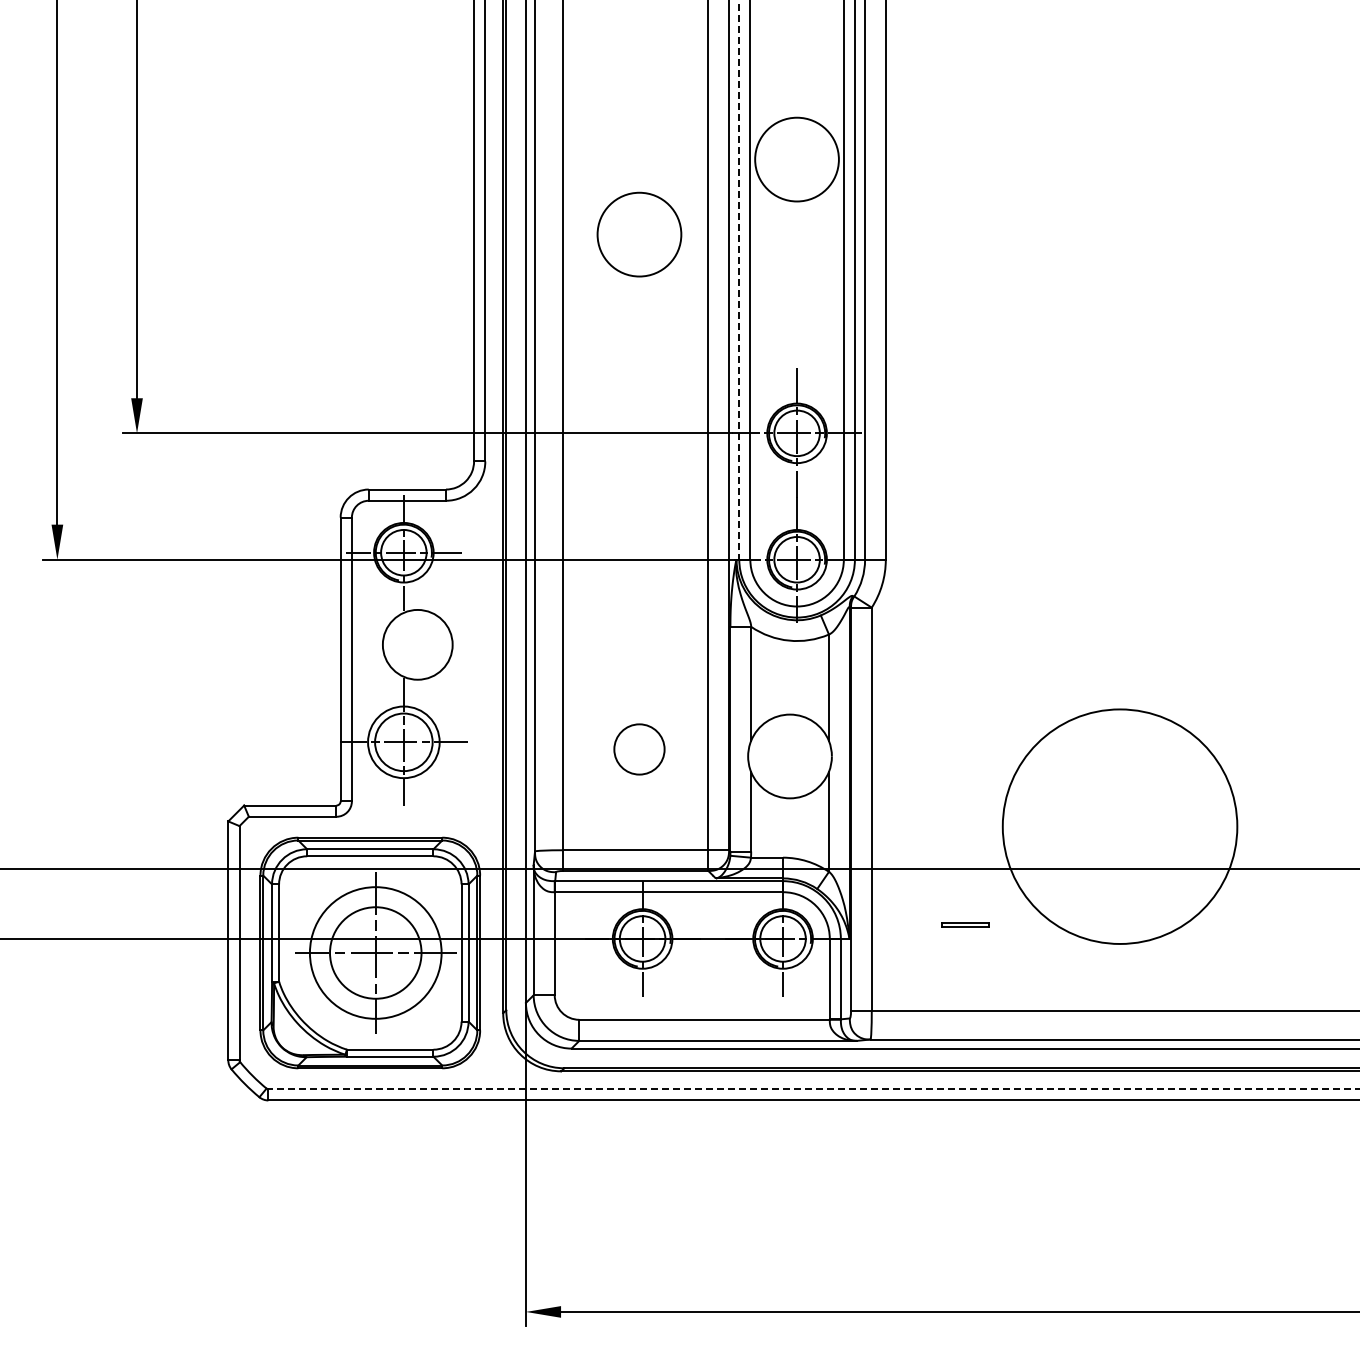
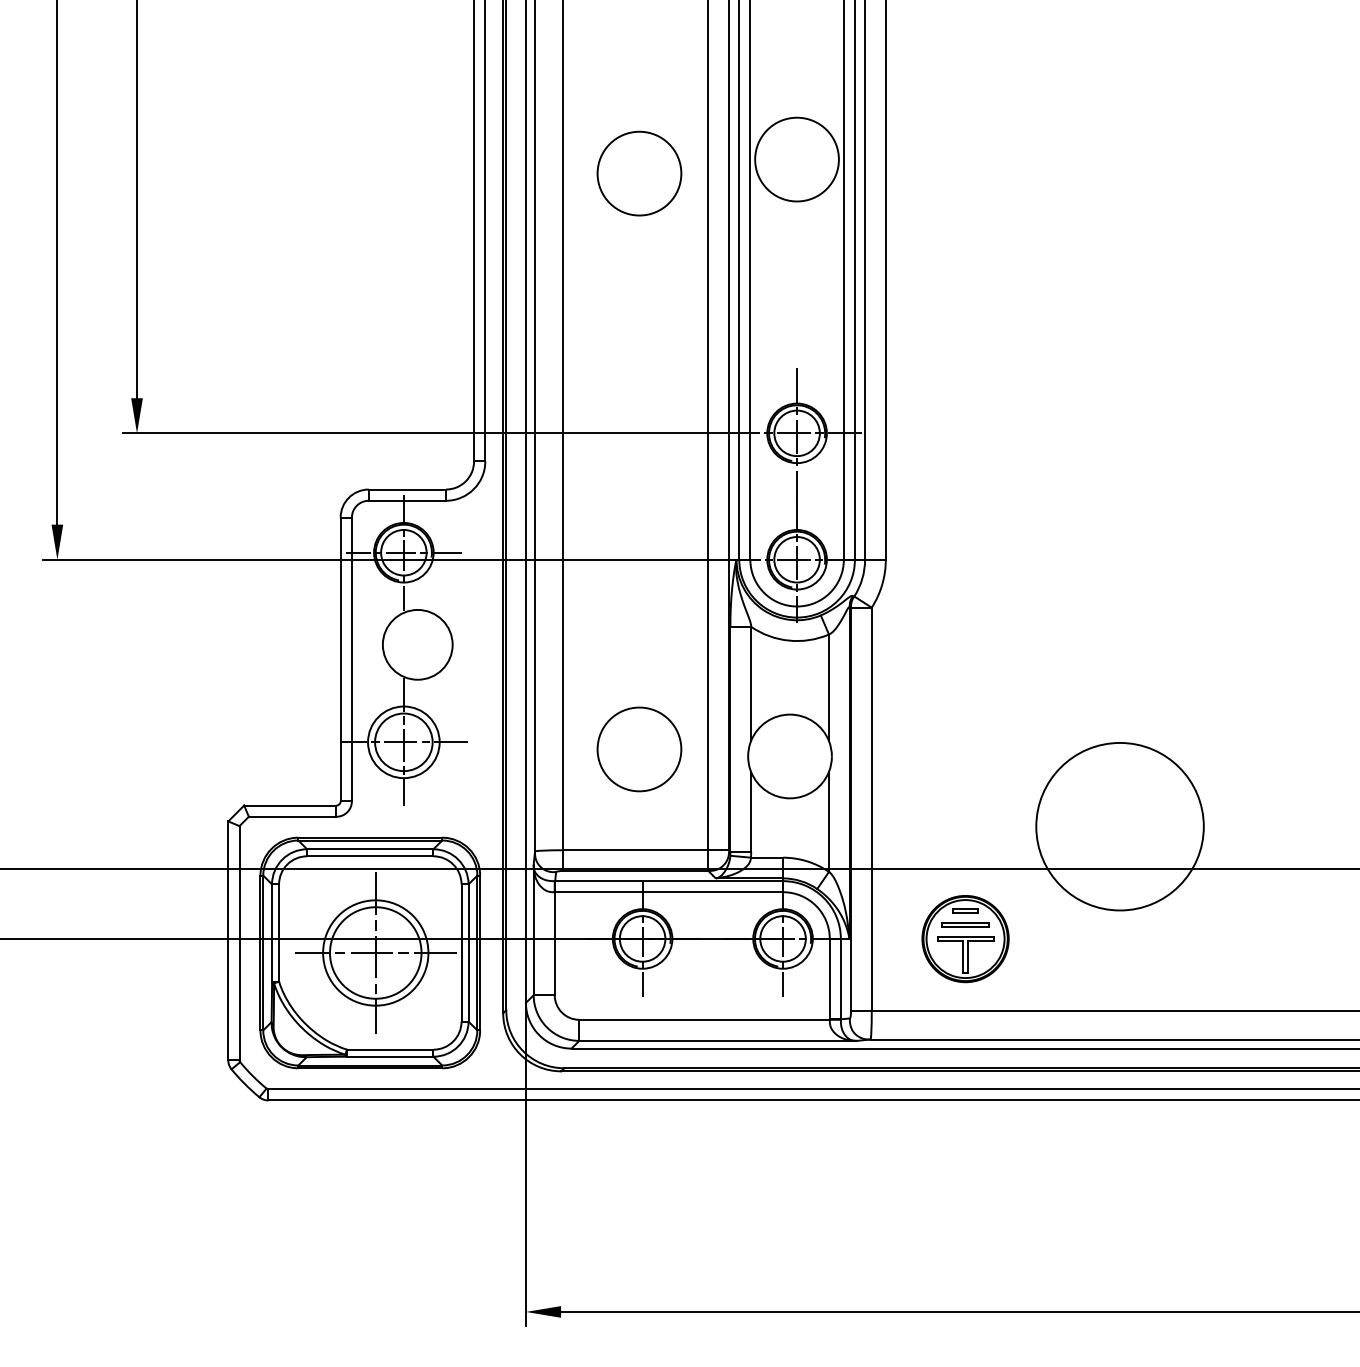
circle at (639, 234) position: (639, 234) -> (639, 173)
line at (739, 279): dashed -> solid
circle at (639, 749) size: 53x53 px -> 87x87 px
circle at (1119, 826) diameter: 235 px -> 168 px
part at (965, 939): none -> present
circle at (375, 952) diameter: 132 px -> 105 px
line at (813, 1089): dashed -> solid
